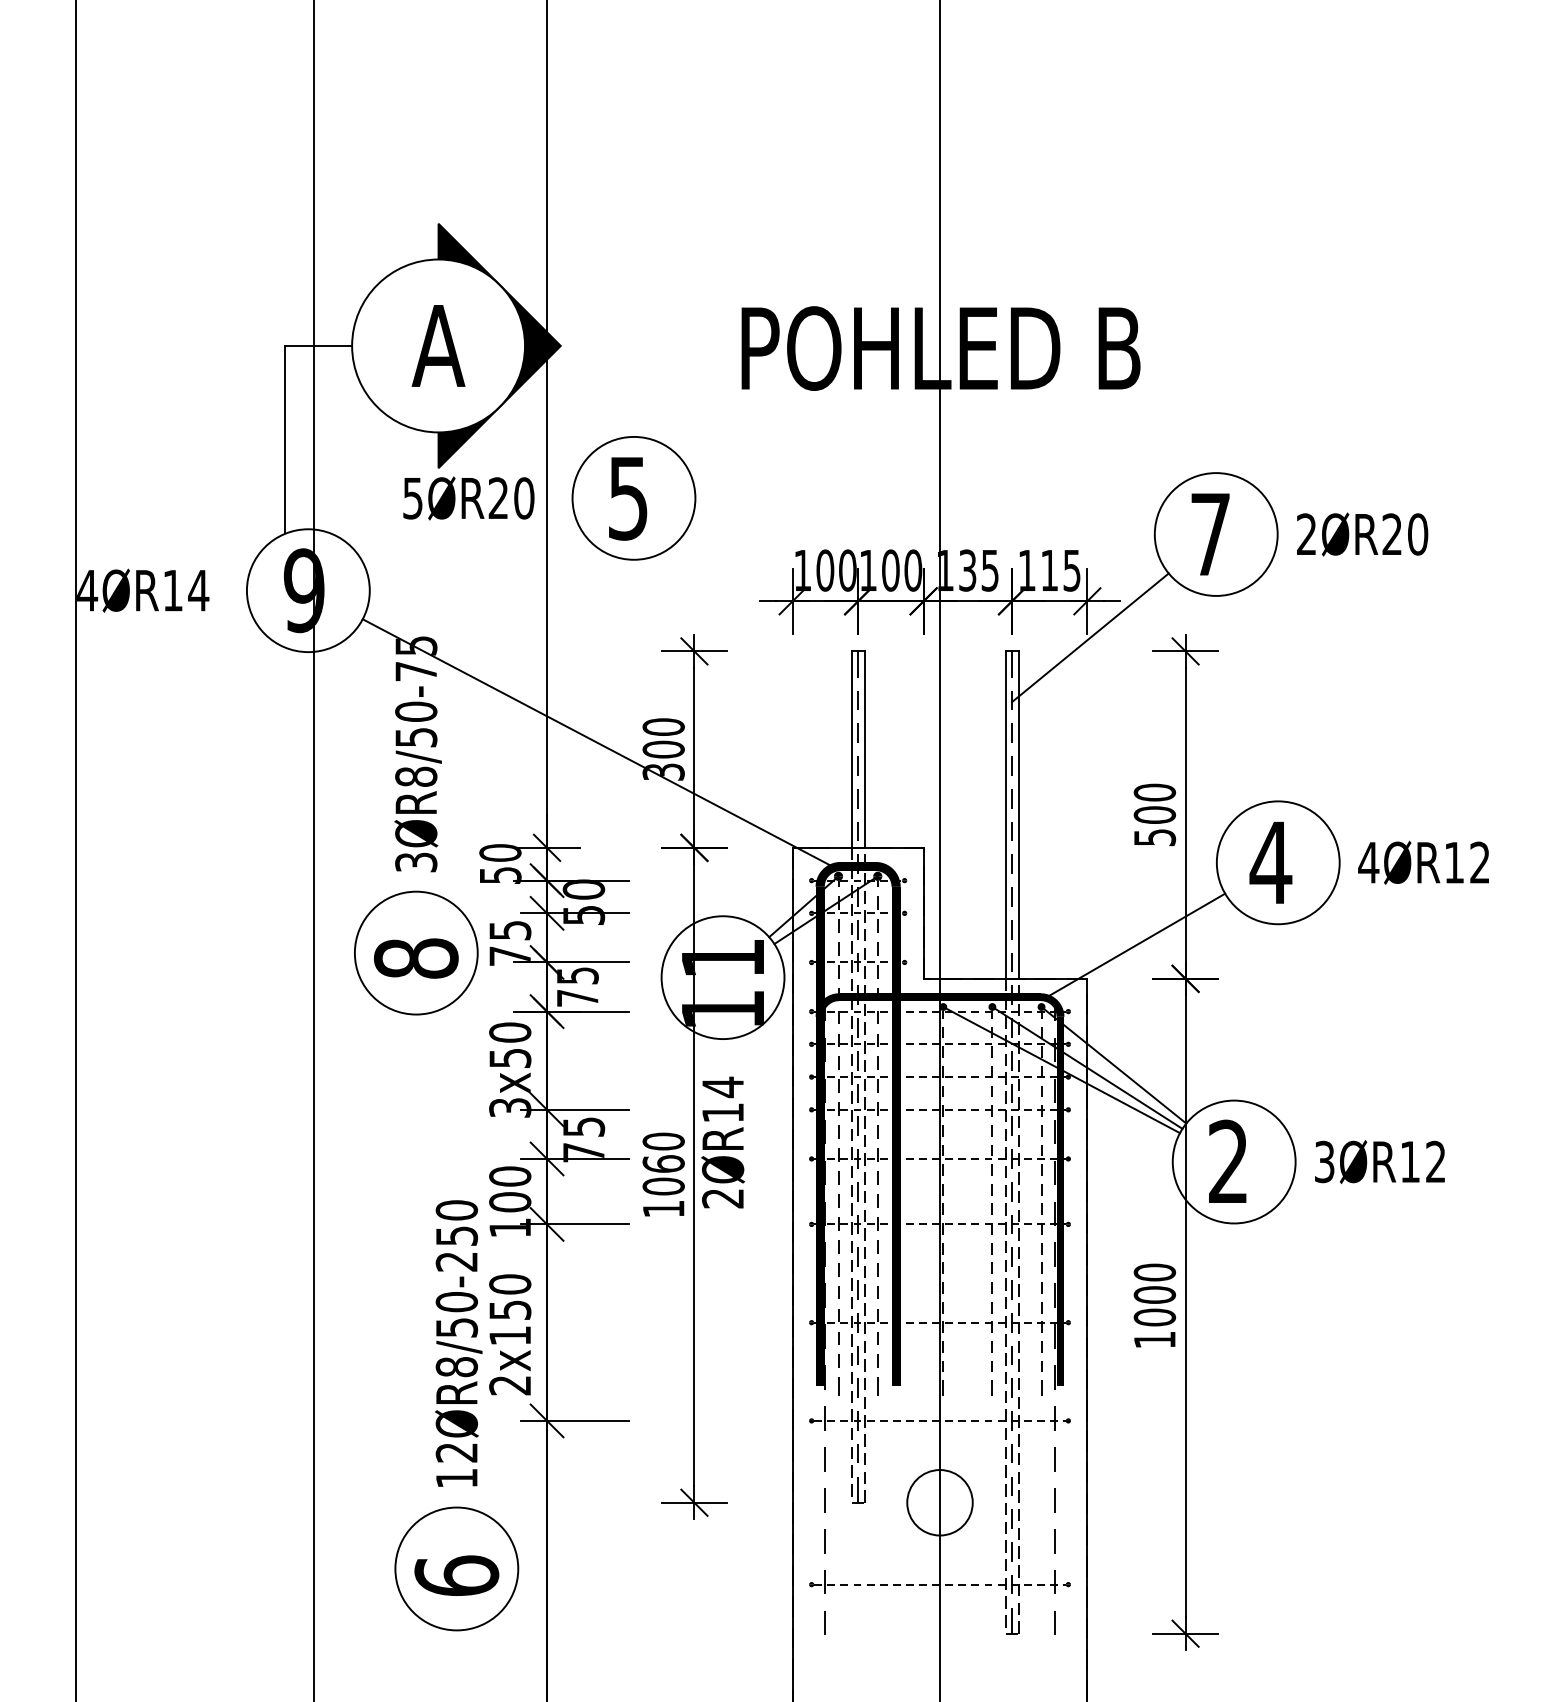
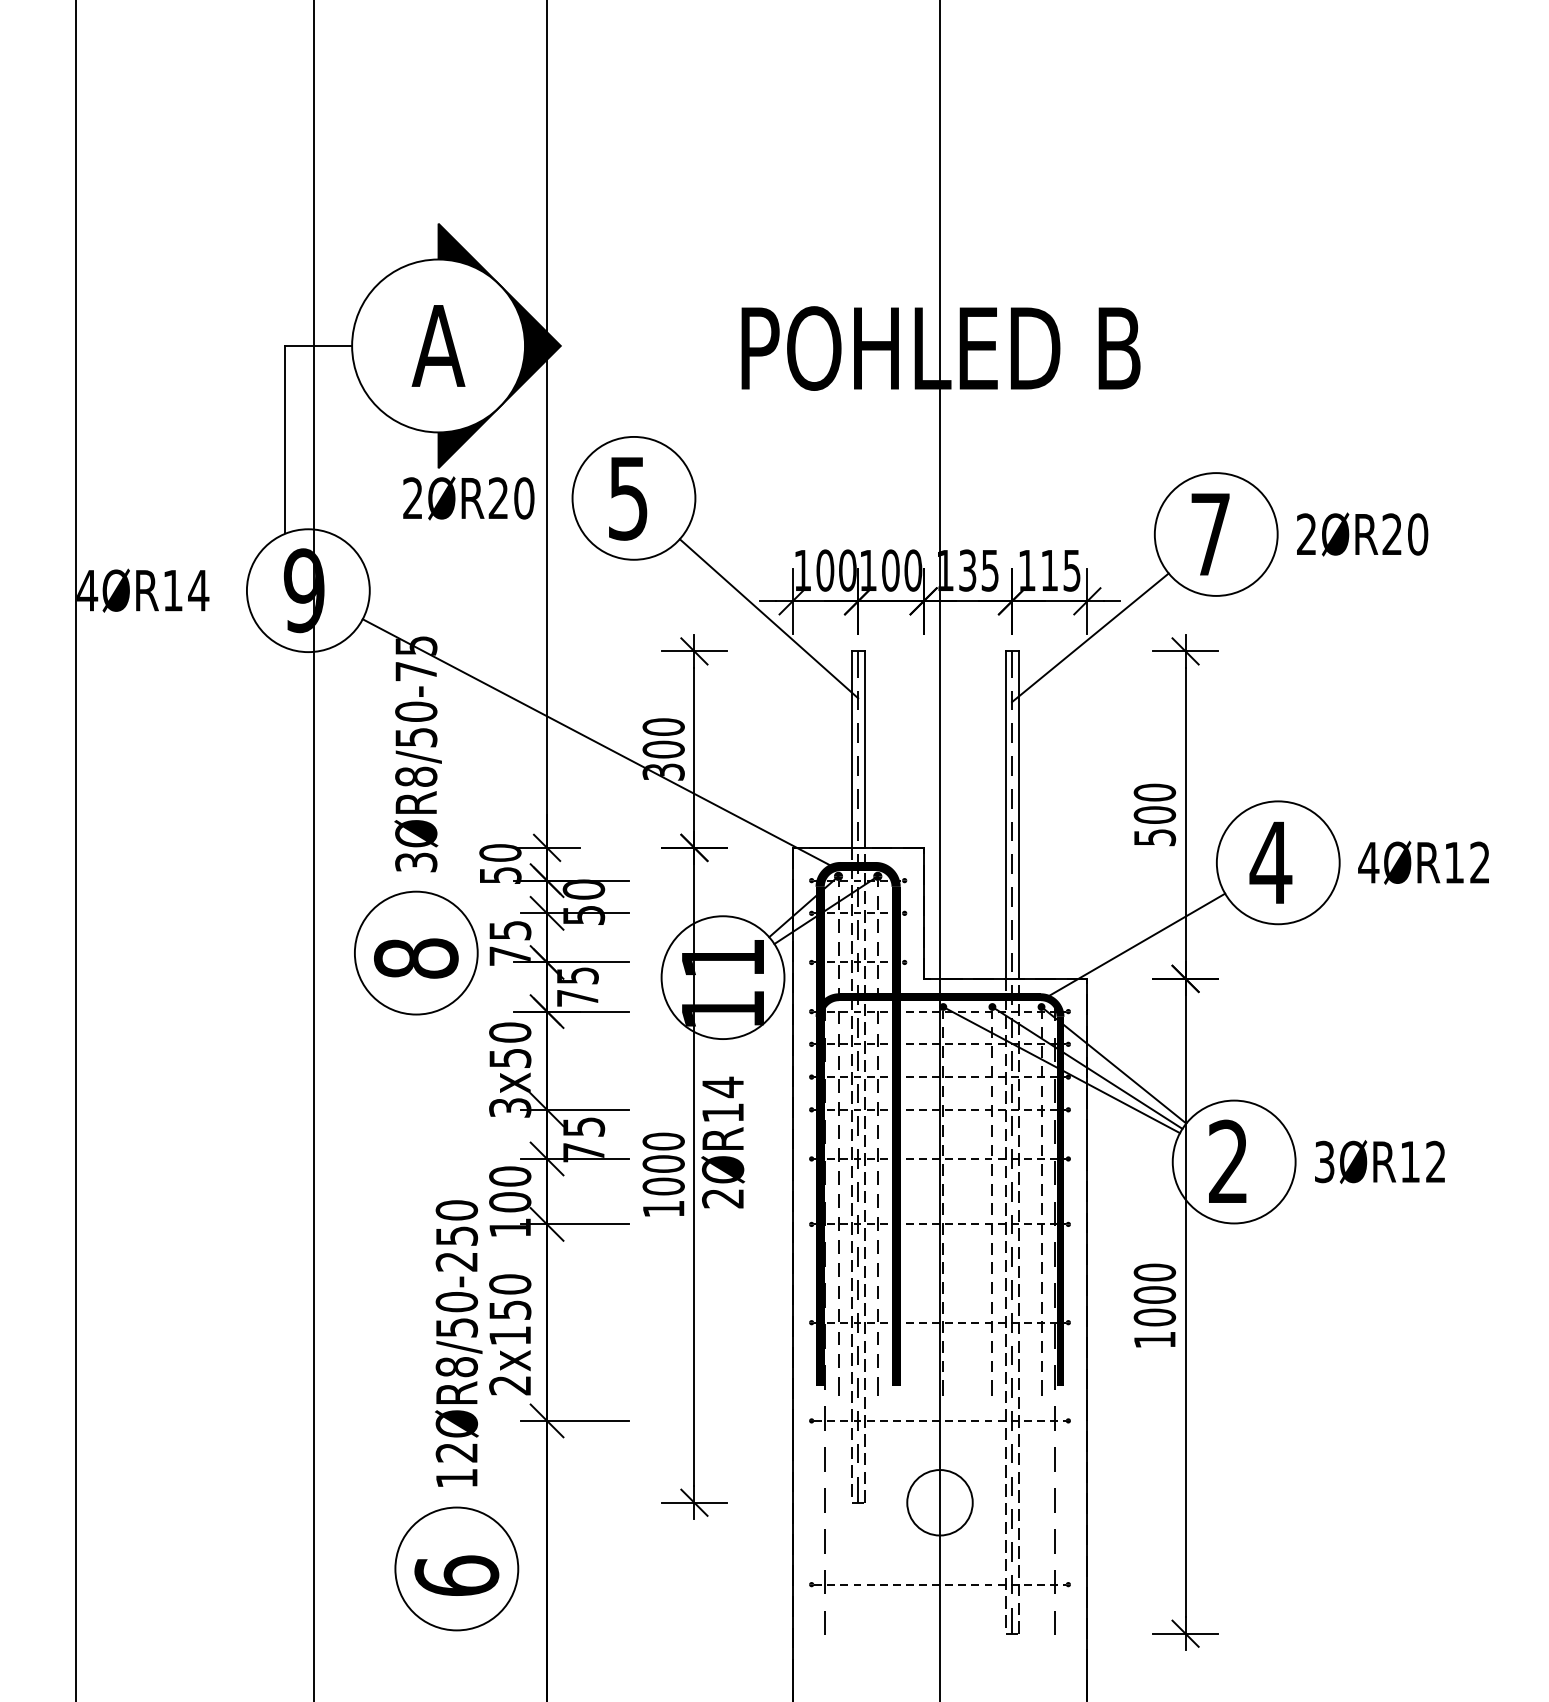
text at (412, 498): 5ØR20 -> 2ØR20
line at (768, 618): none -> present
text at (663, 1163): 1060 -> 1000
